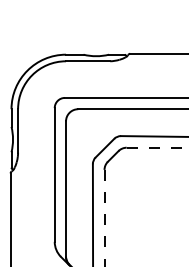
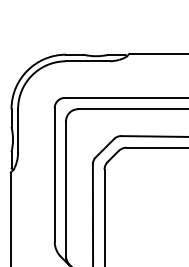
line at (157, 147): dashed -> solid
line at (104, 218): dashed -> solid
